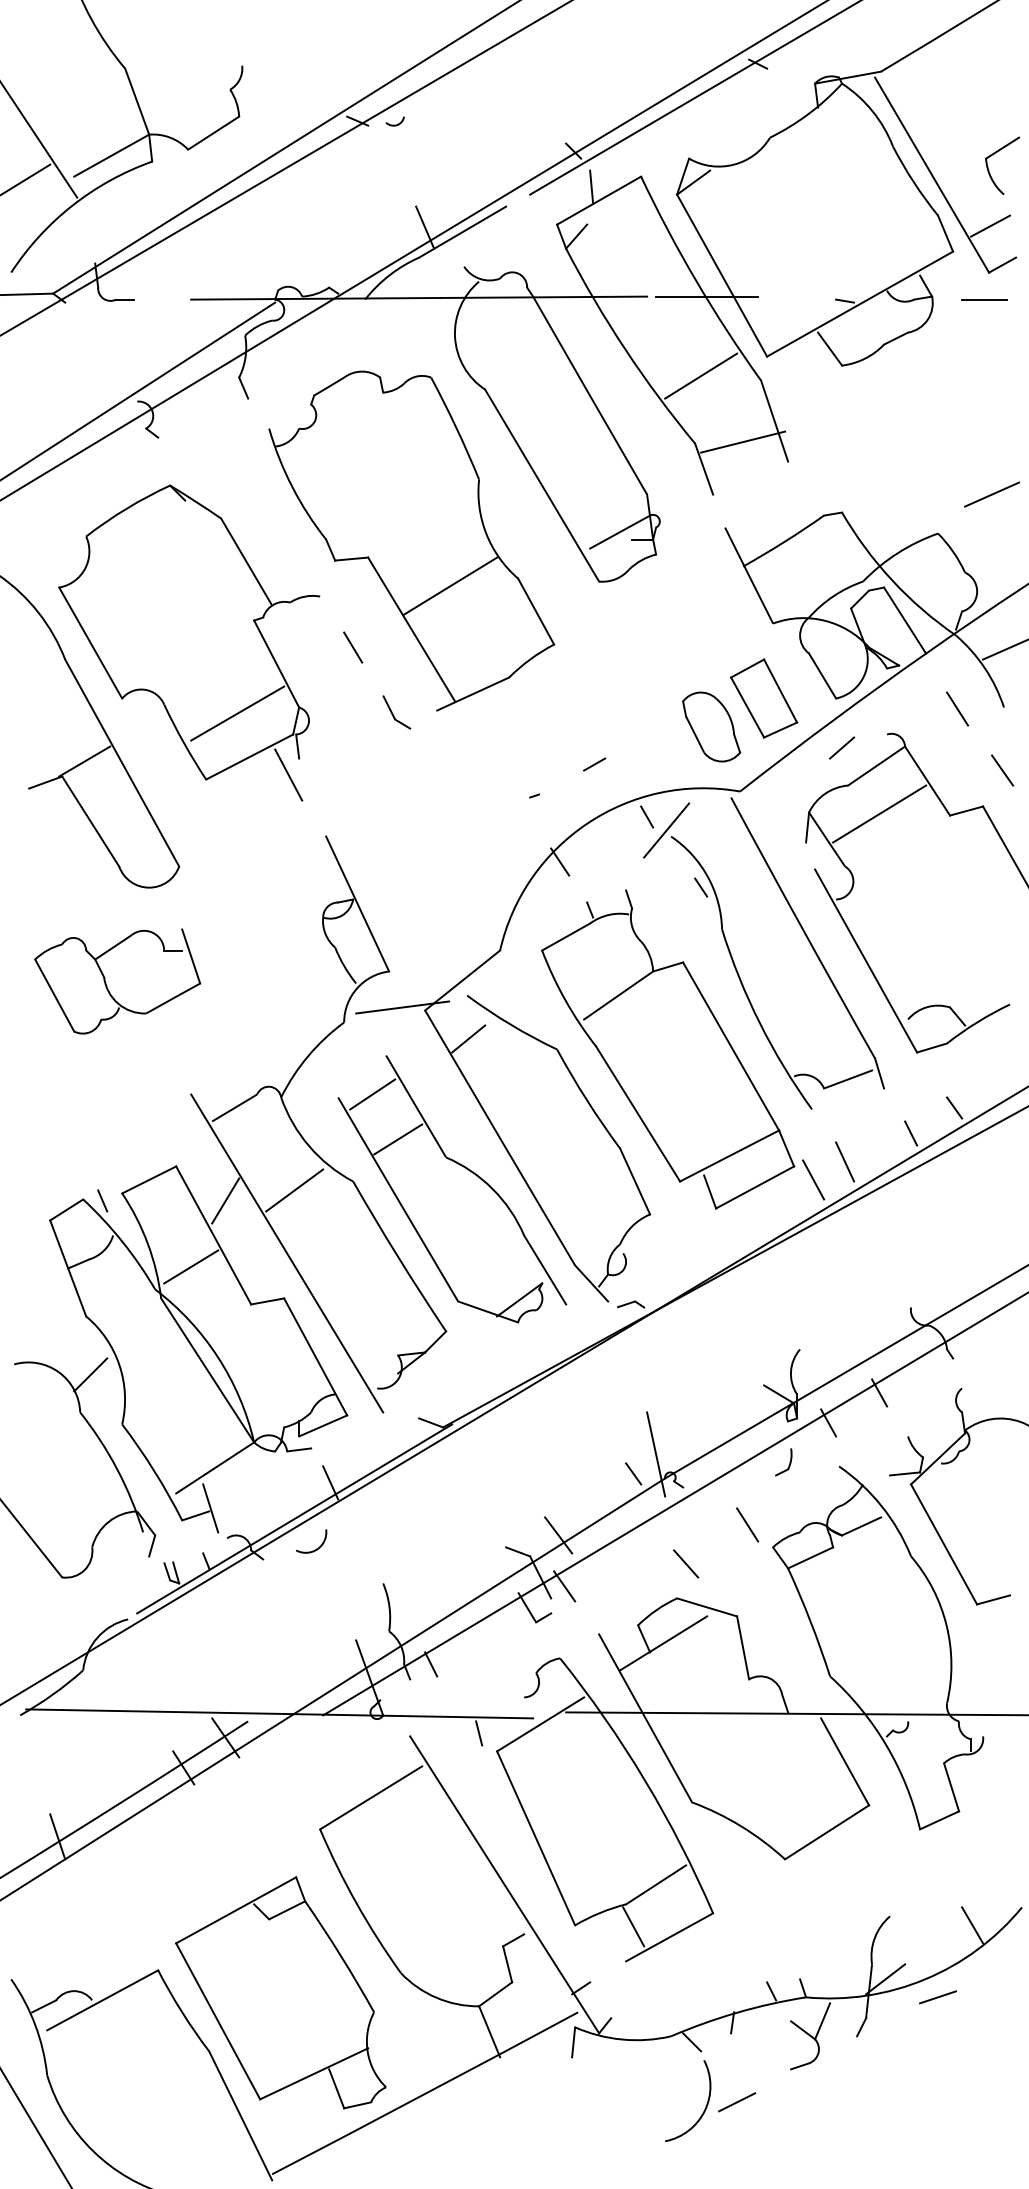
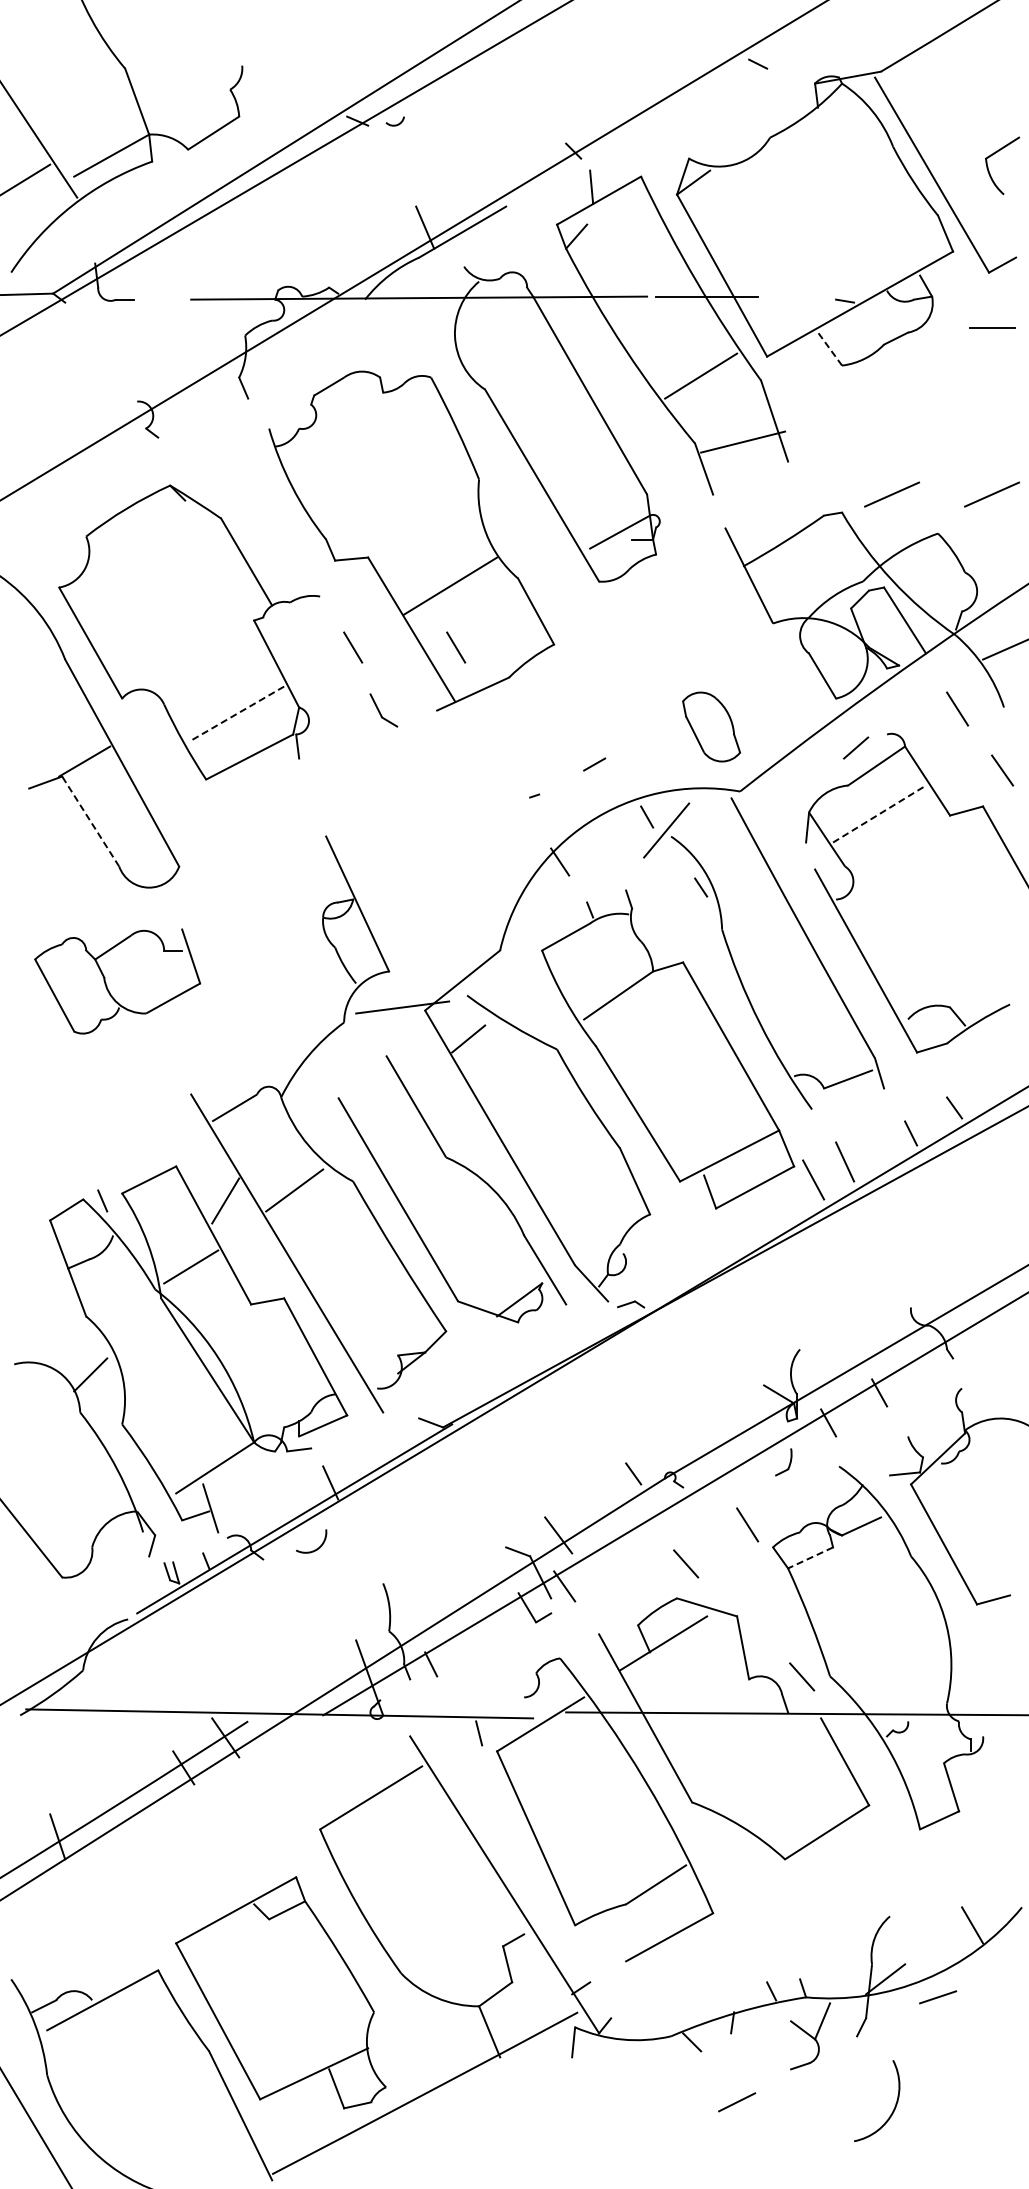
line at (693, 98): present -> none
line at (990, 225): present -> none
line at (984, 299) position: (984, 299) -> (992, 327)
line at (829, 348): solid -> dashed
line at (138, 390): present -> none
line at (891, 494): none -> present
line at (456, 647): none -> present
part at (764, 698): present -> none
part at (396, 712) position: (396, 712) -> (383, 710)
line at (237, 713): solid -> dashed
line at (842, 747) position: (842, 747) -> (856, 747)
line at (288, 774): present -> none
line at (879, 814): solid -> dashed
line at (90, 821): solid -> dashed
line at (372, 1094): present -> none
line at (398, 1139): present -> none
line at (656, 1454): present -> none
line at (810, 1557): solid -> dashed
line at (802, 1676): none -> present
line at (633, 1926): present -> none
arc at (704, 2108) position: (704, 2108) -> (893, 2108)
